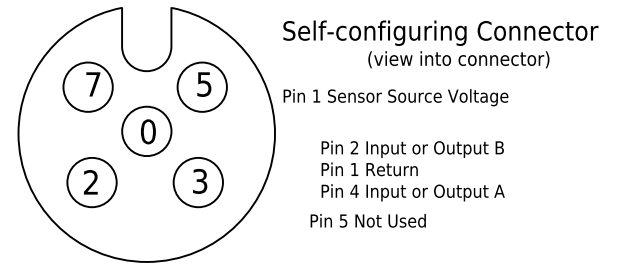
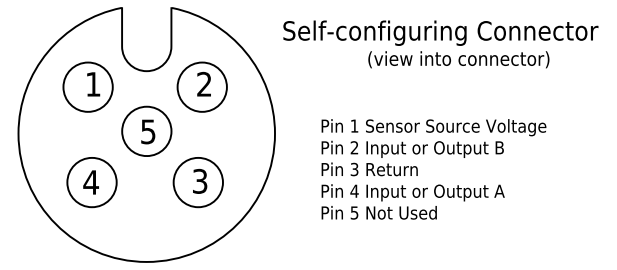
text at (204, 83): 5 -> 2
text at (93, 84): 7 -> 1
text at (395, 97) position: (395, 97) -> (433, 127)
text at (147, 131): 0 -> 5
text at (354, 169): 1 -> 3
text at (90, 182): 2 -> 4
text at (367, 220) position: (367, 220) -> (378, 212)
